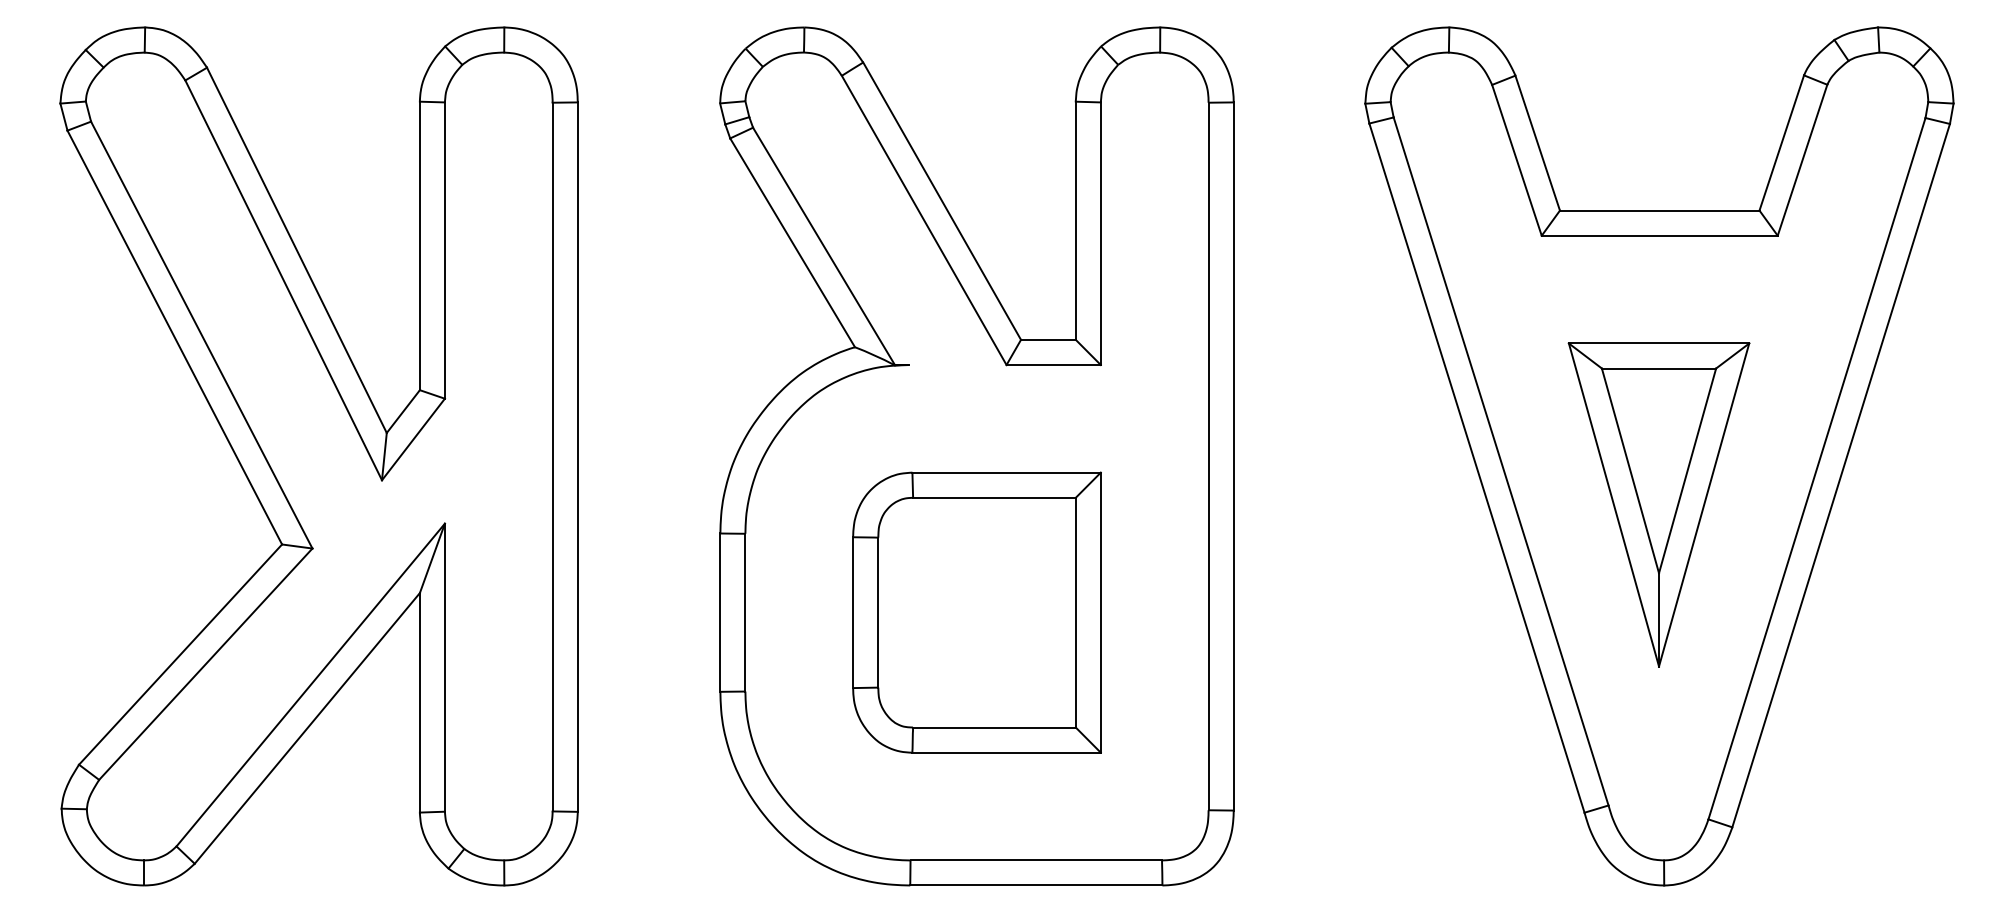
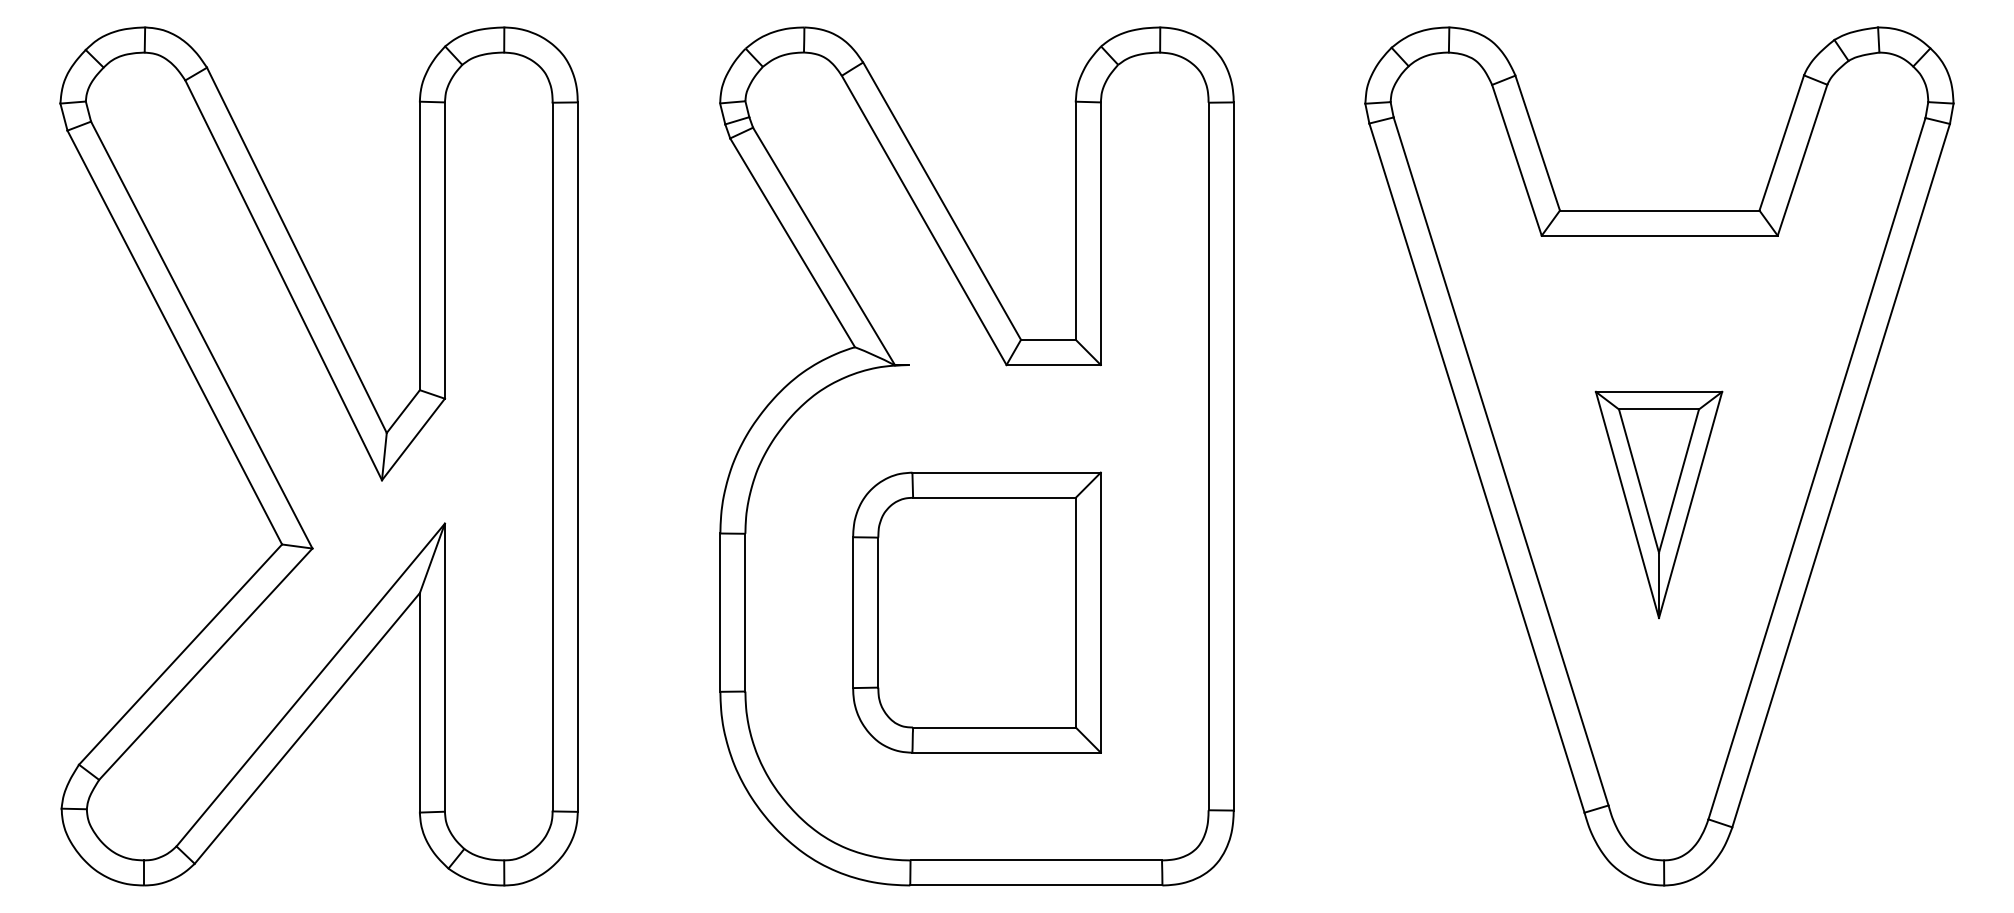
part at (1658, 504) size: 184x326 px -> 130x230 px
